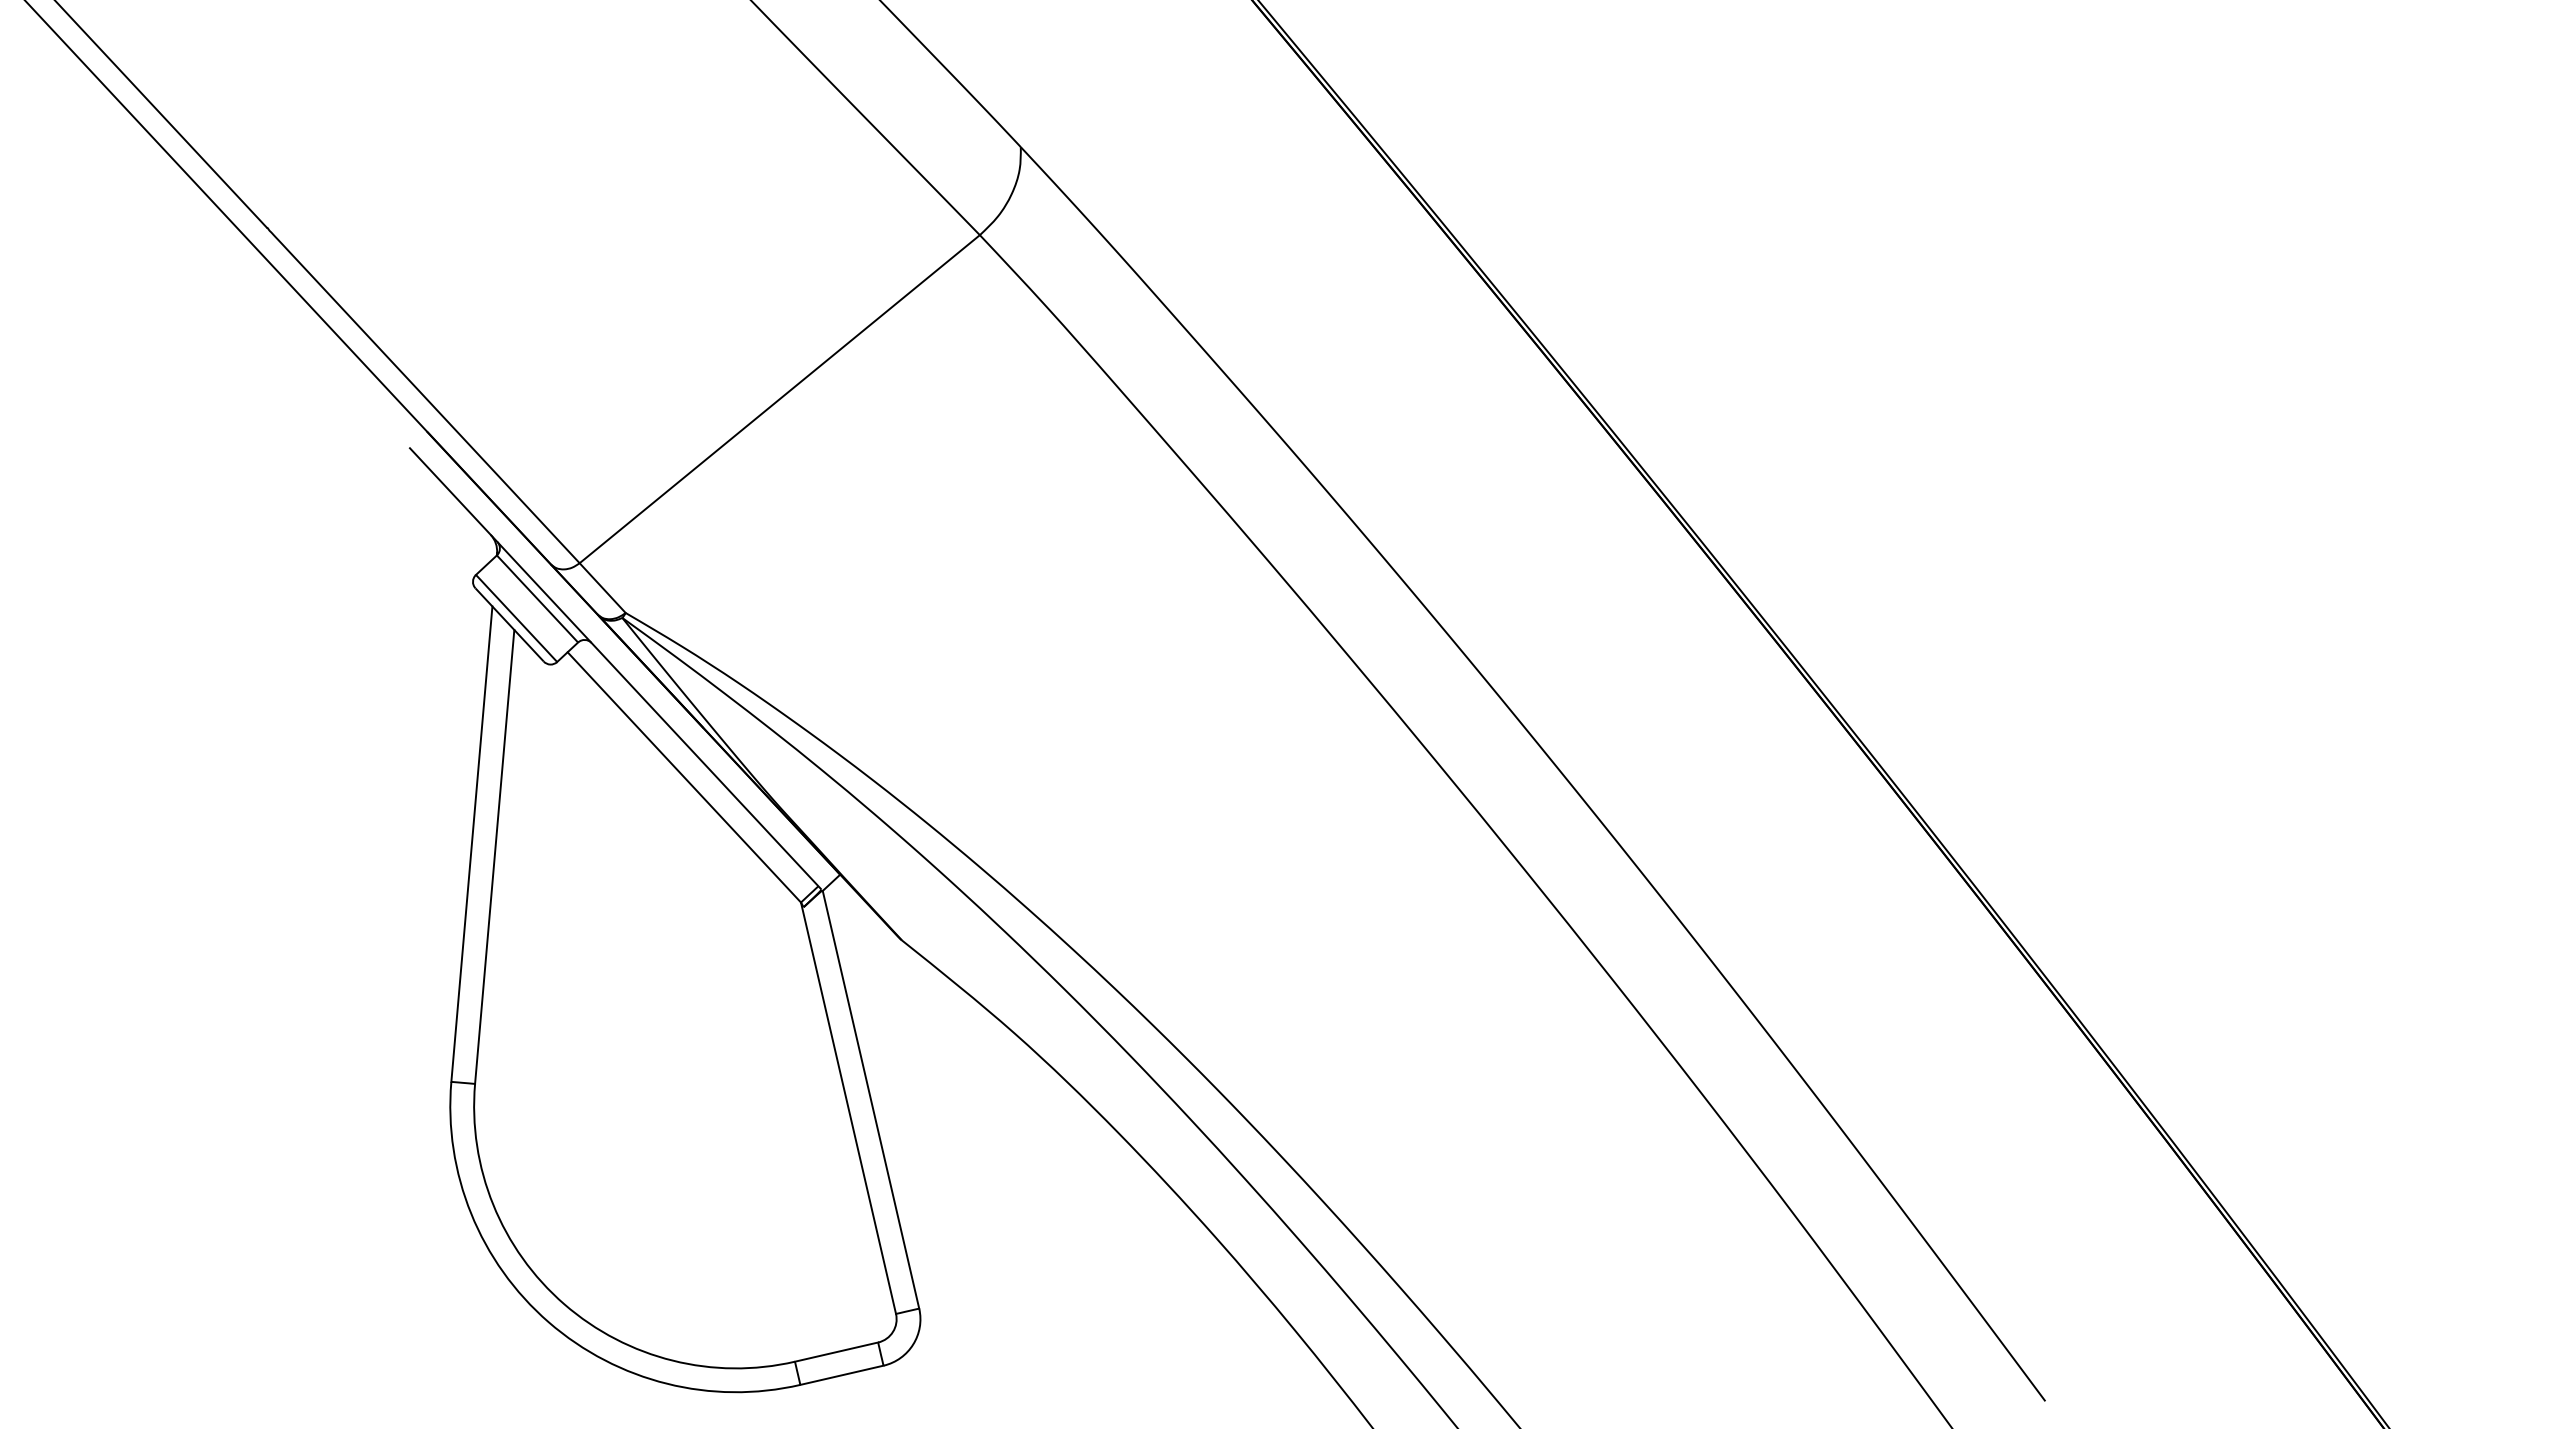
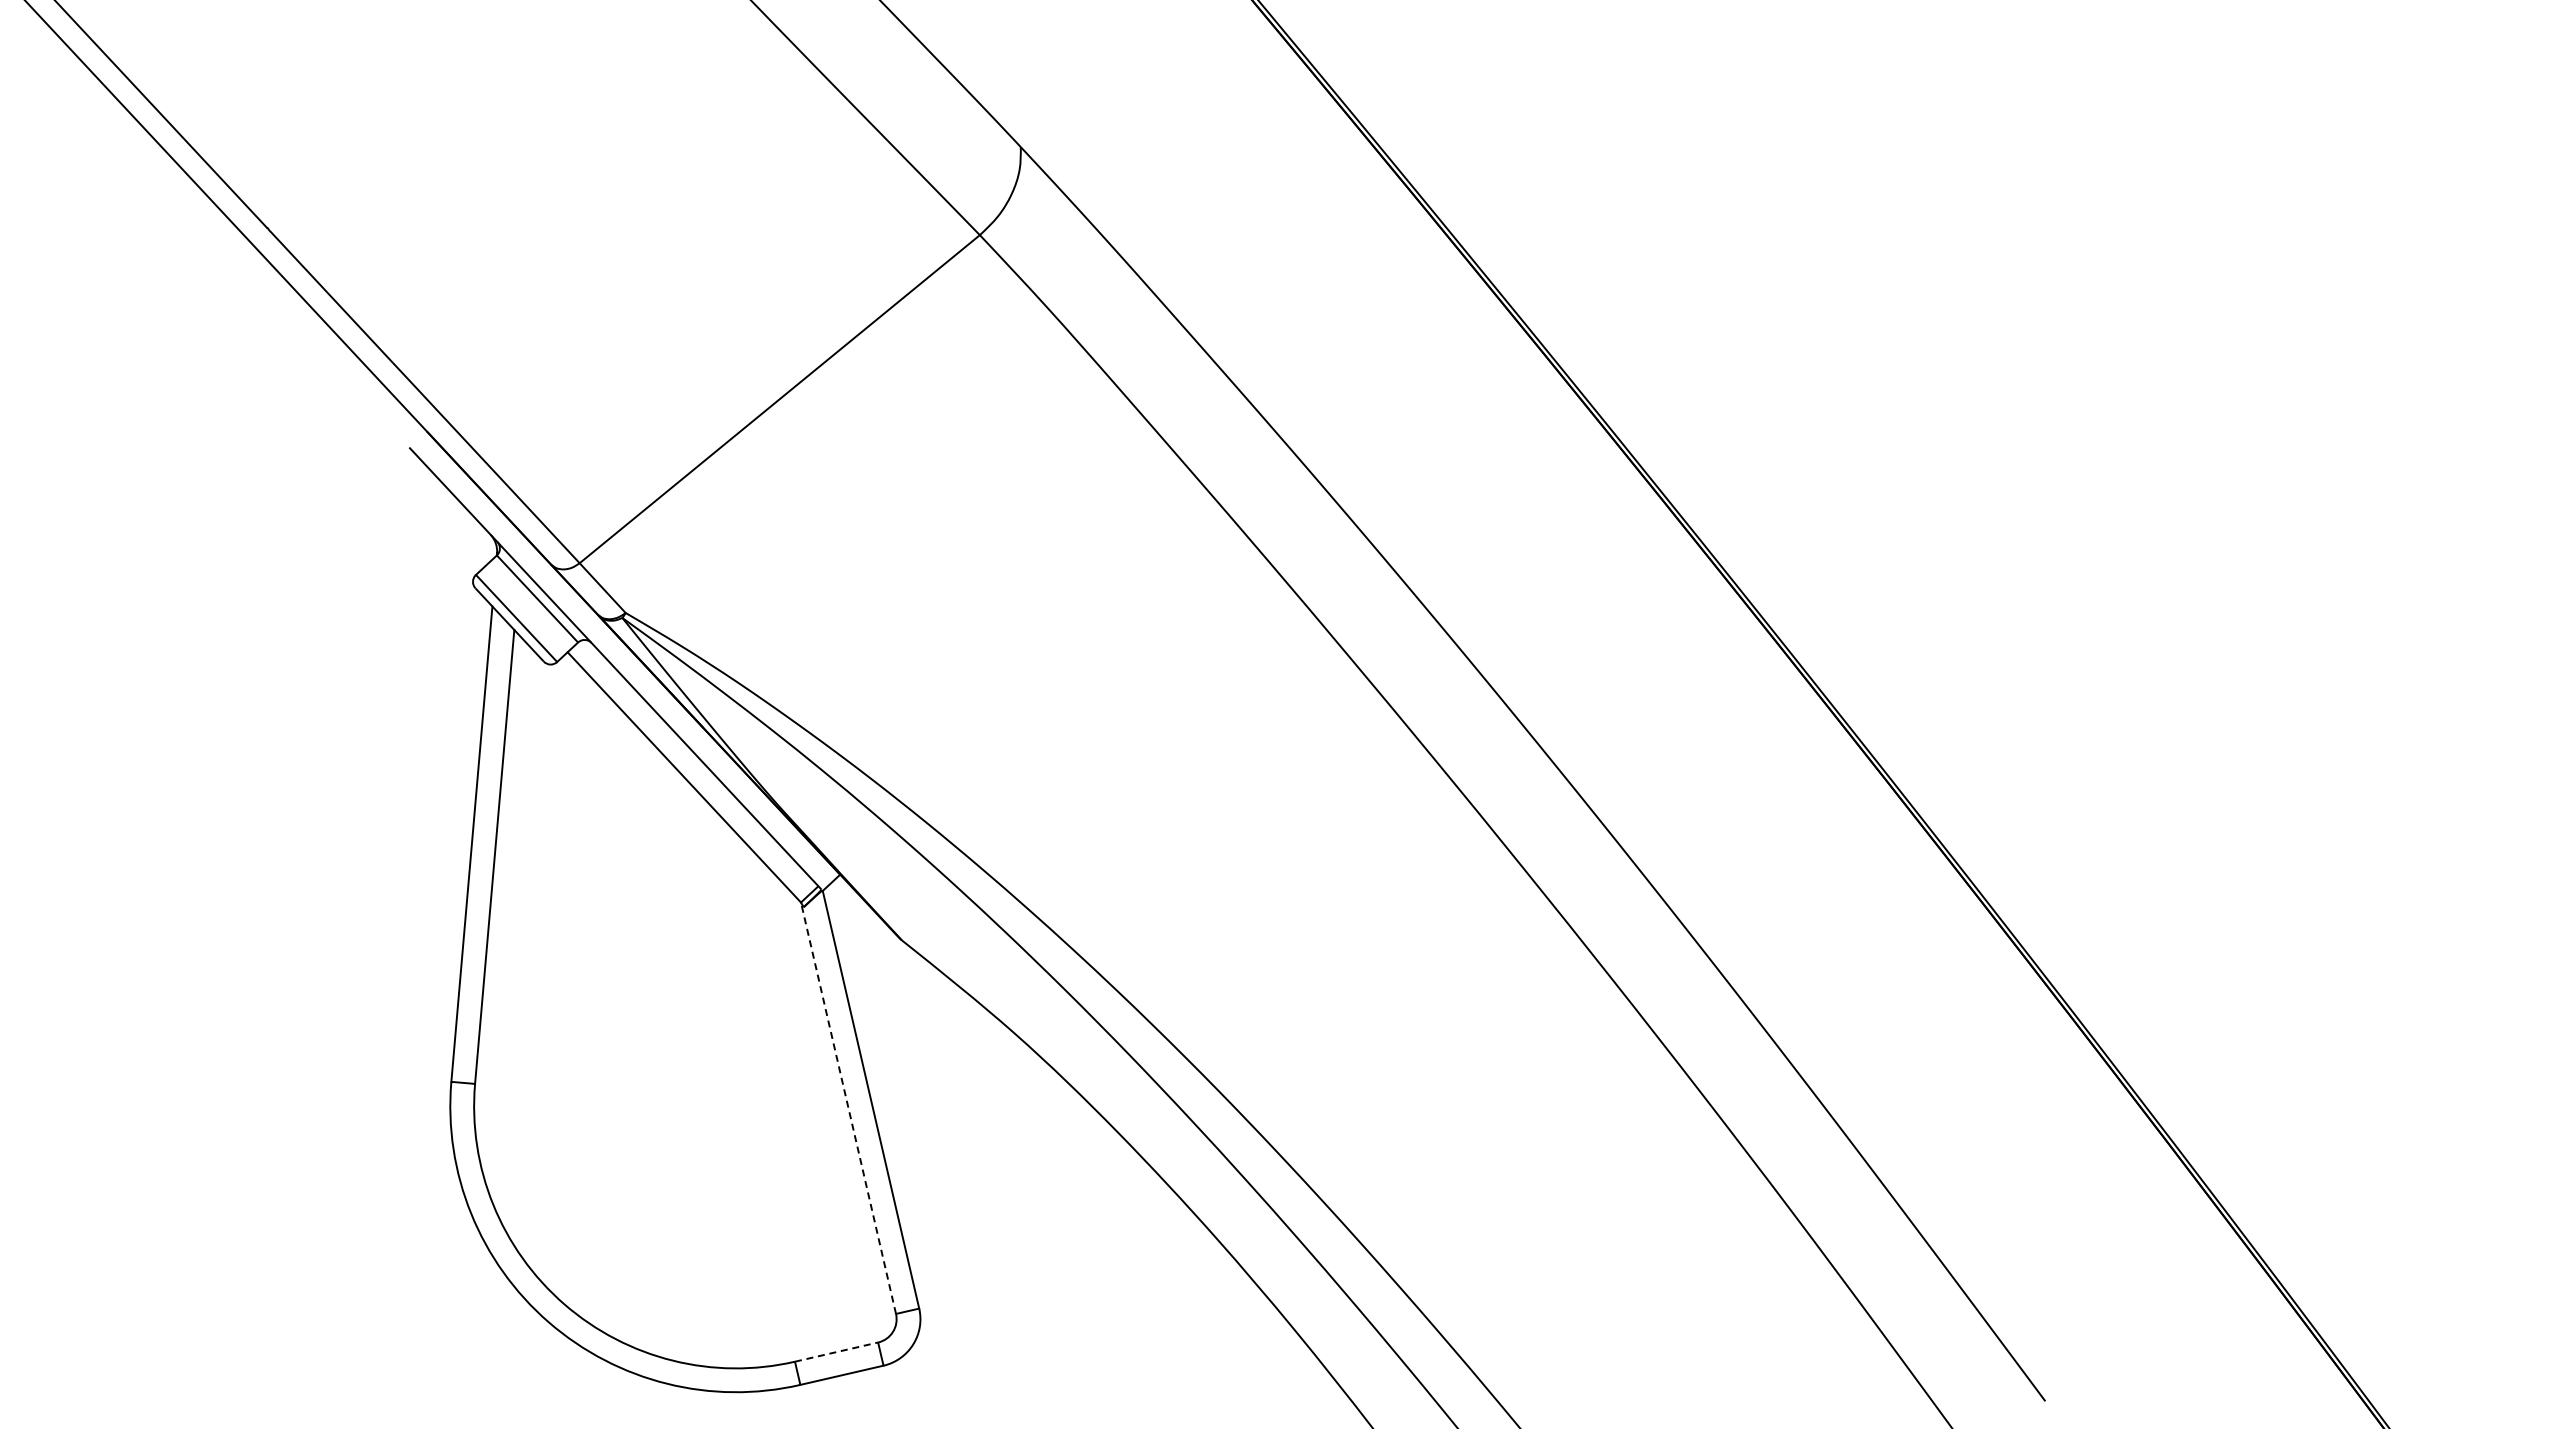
line at (848, 1107): solid -> dashed
line at (836, 1352): solid -> dashed
